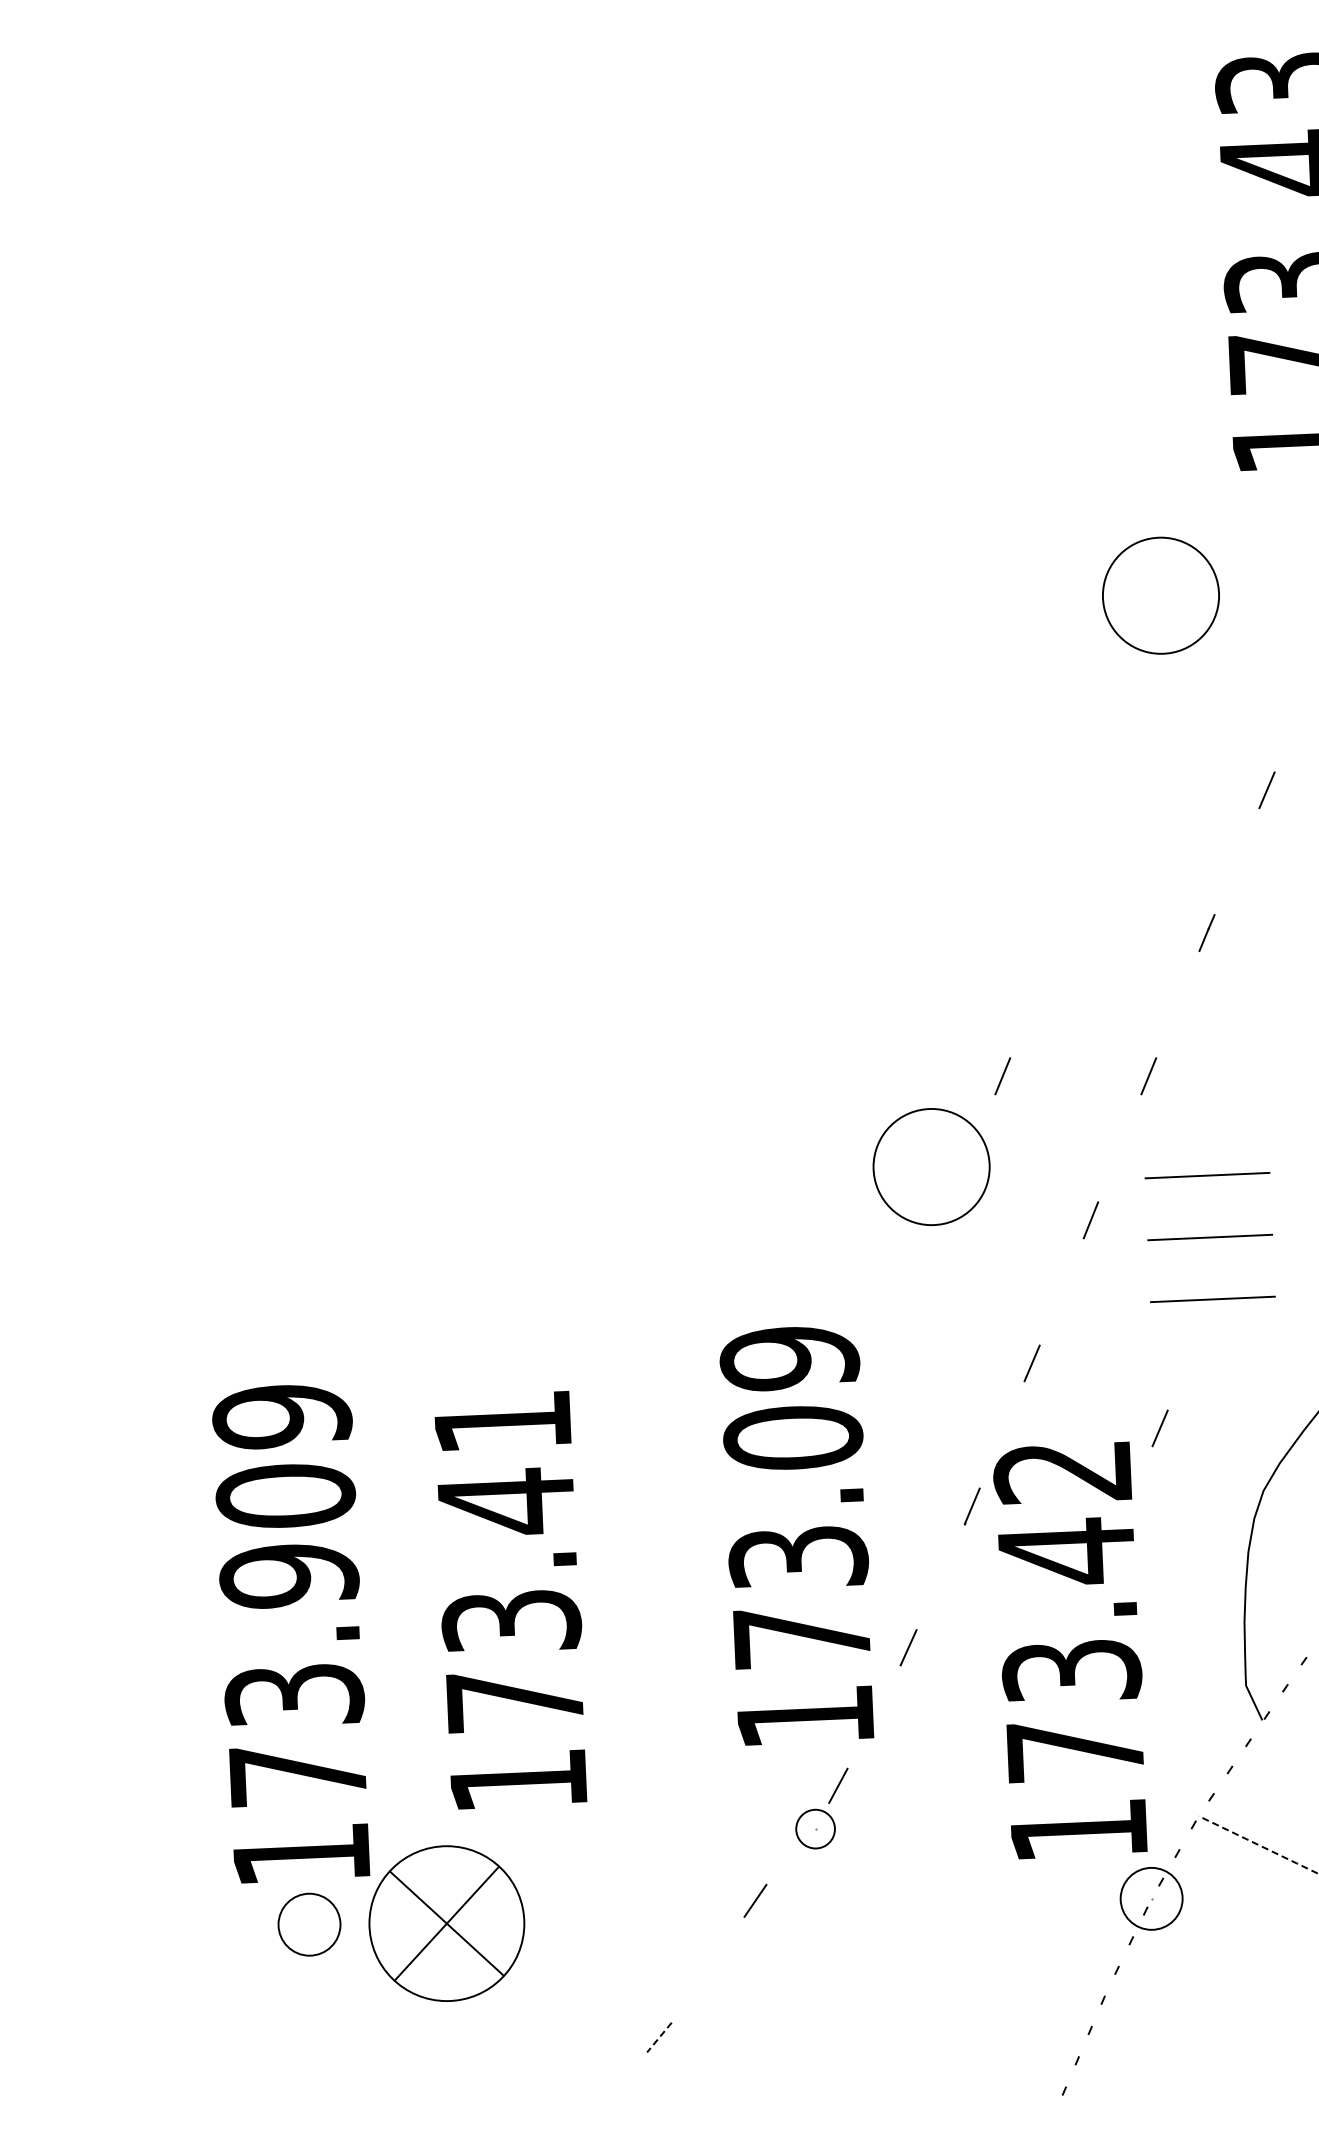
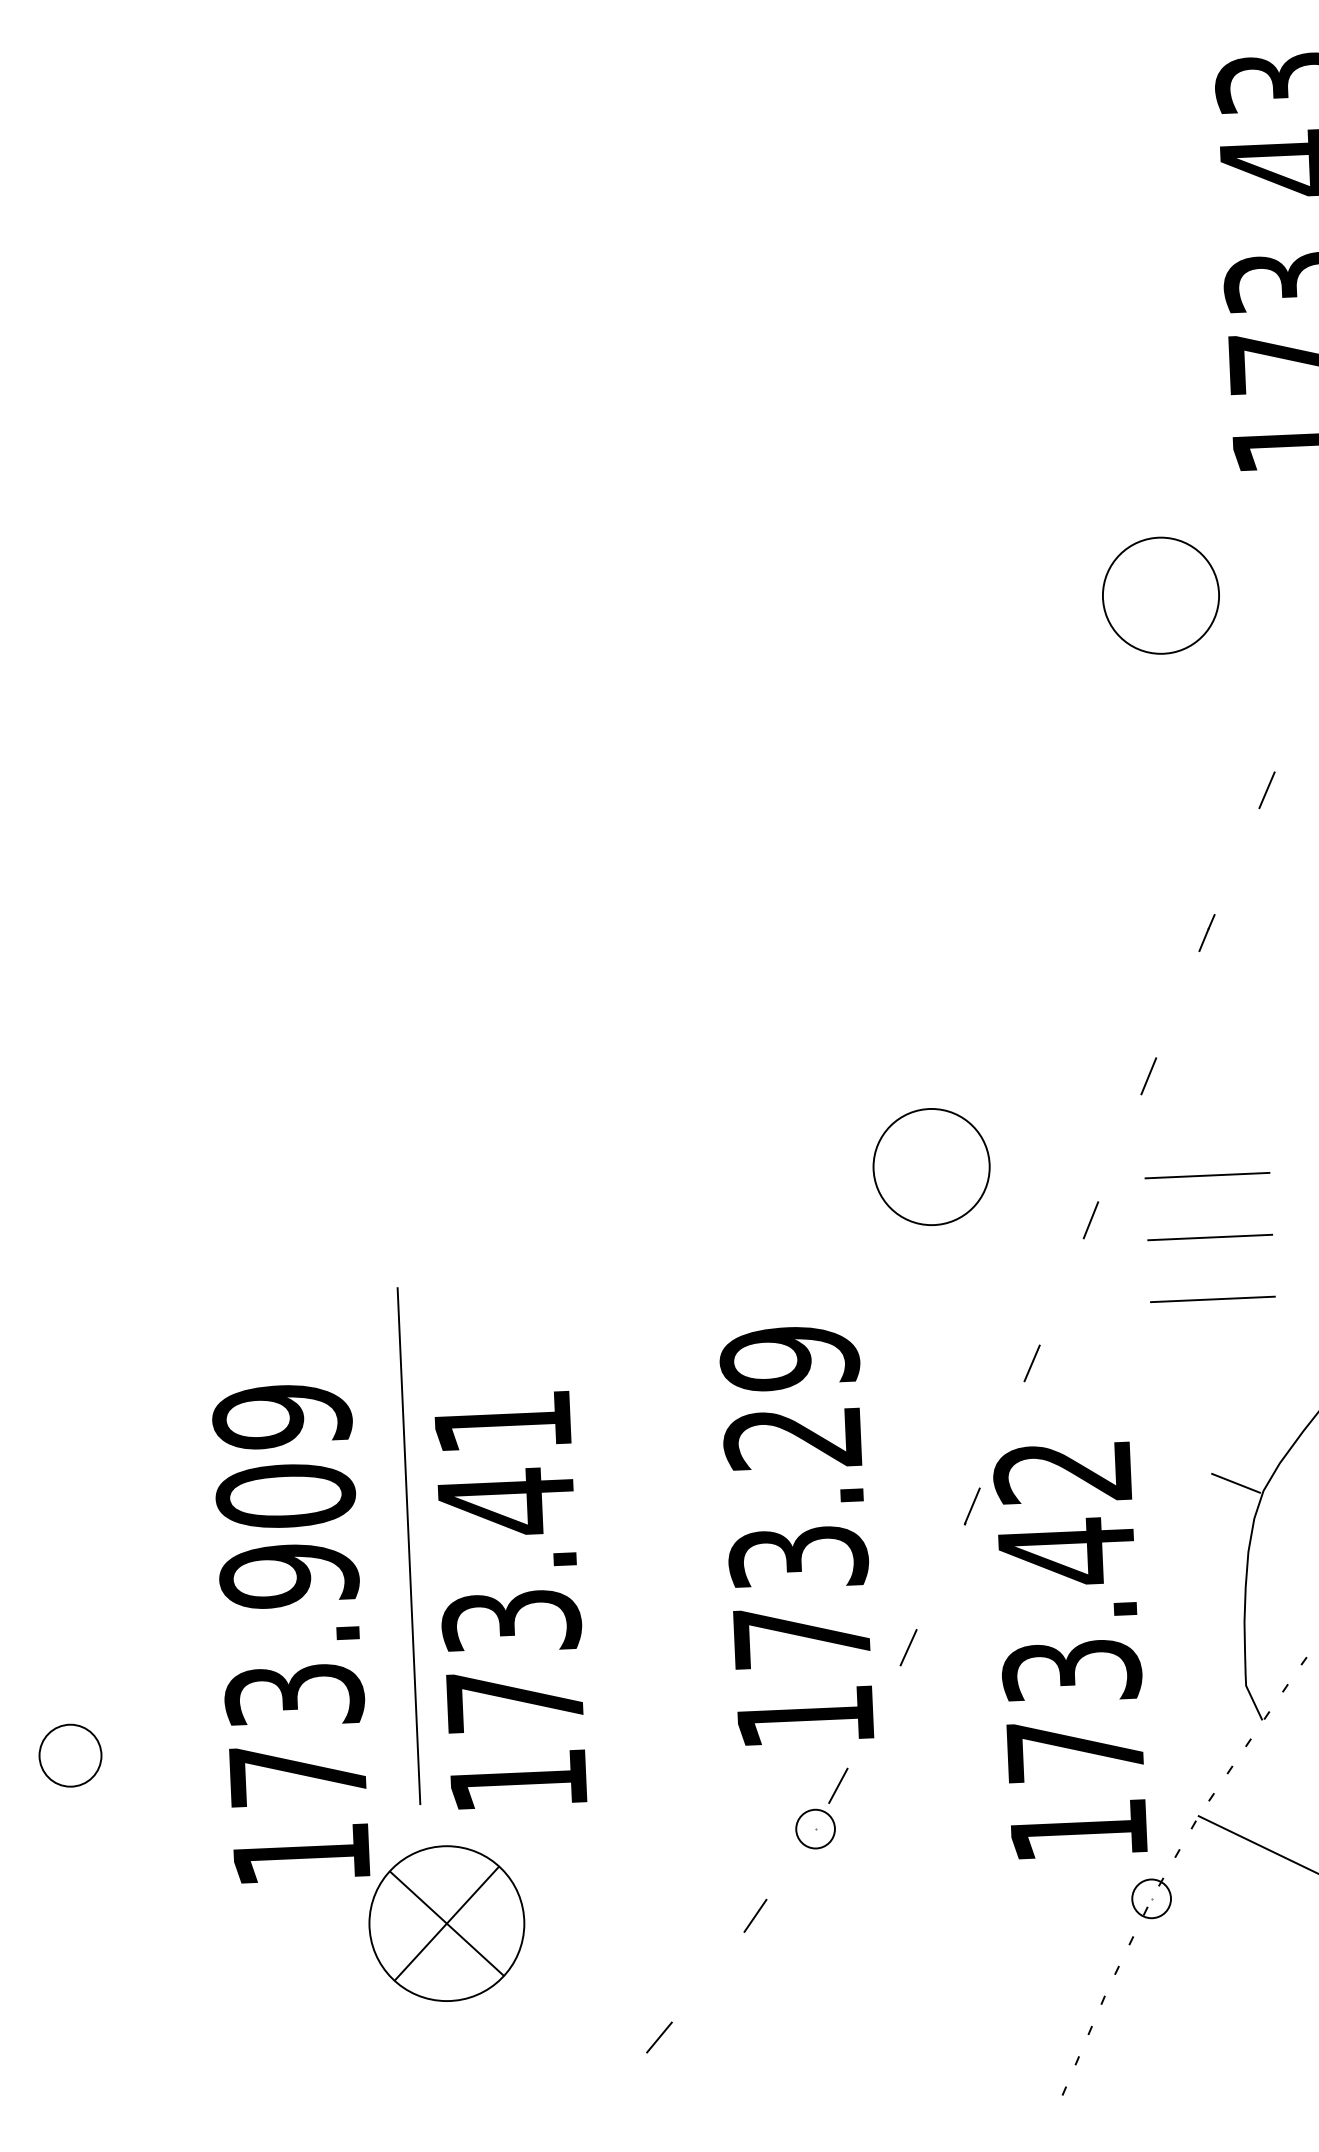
line at (1002, 1076): present -> none
line at (1159, 1428): present -> none
text at (793, 1438): 173.09 -> 173.29
line at (1235, 1482): none -> present
line at (408, 1546): none -> present
line at (1258, 1844): dashed -> solid
circle at (1151, 1898) diameter: 62 px -> 39 px
line at (755, 1900) position: (755, 1900) -> (755, 1915)
part at (309, 1924) position: (309, 1924) -> (70, 1755)
line at (659, 2037): dashed -> solid
